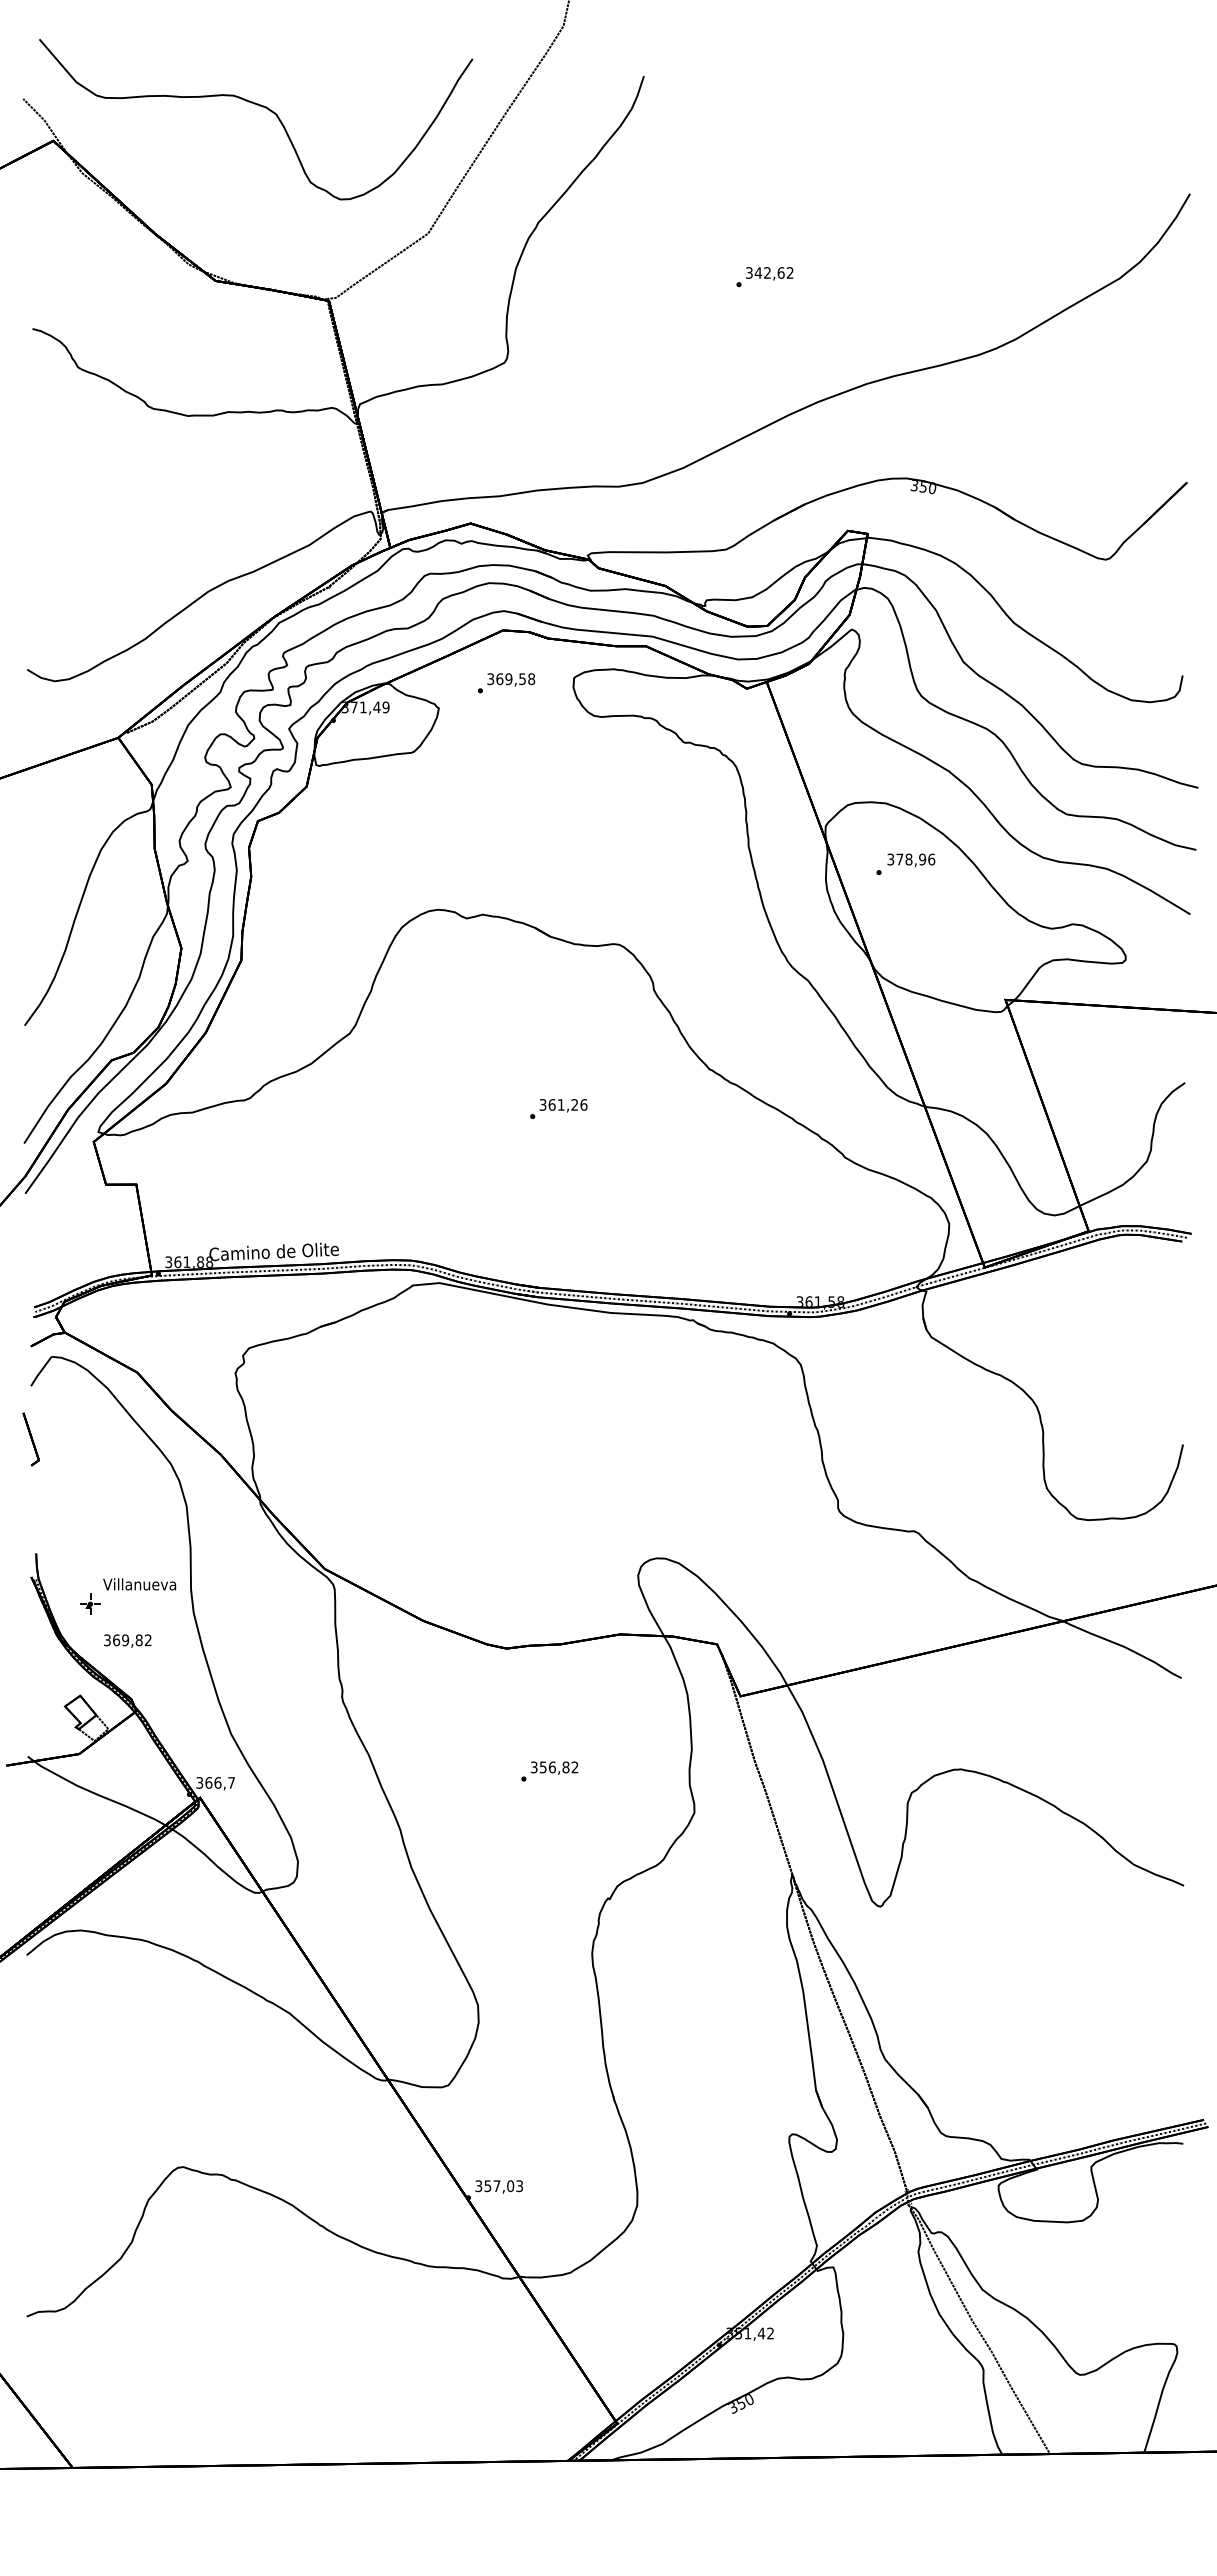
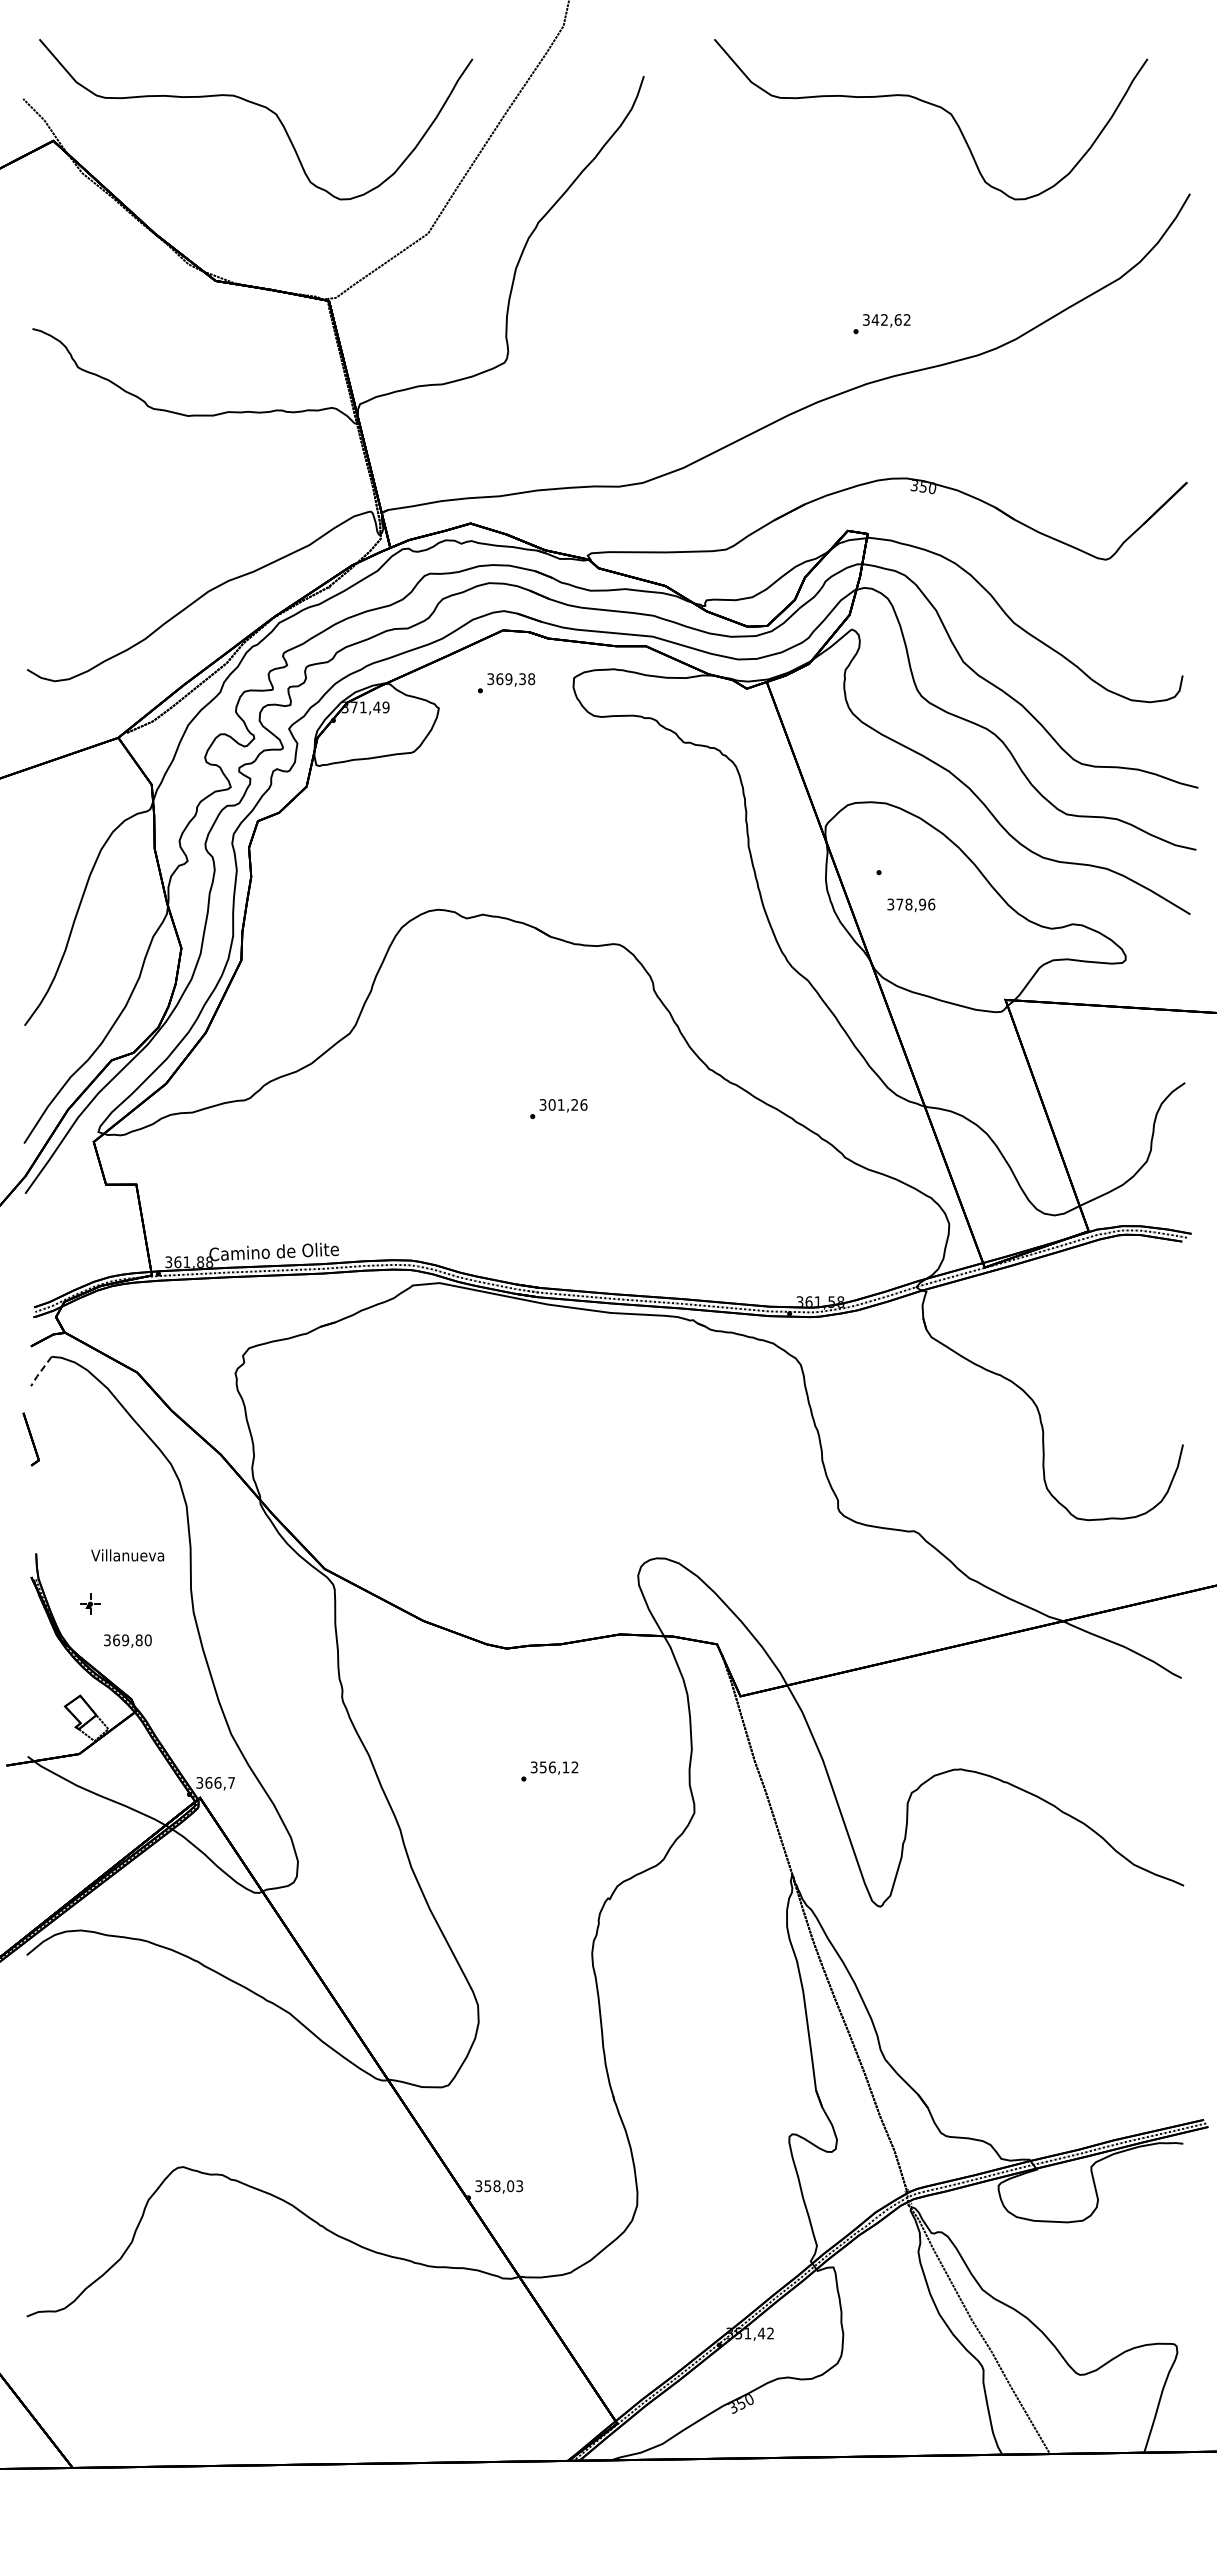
curve at (934, 106): none -> present
text at (764, 277) position: (764, 277) -> (881, 324)
text at (522, 678): 369,58 -> 369,38
text at (911, 859) position: (911, 859) -> (911, 904)
text at (551, 1104): 361,26 -> 301,26
line at (40, 1371): solid -> dashed
text at (139, 1584) position: (139, 1584) -> (127, 1555)
text at (147, 1640): 369,82 -> 369,80
text at (565, 1767): 356,82 -> 356,12
text at (496, 2186): 357,03 -> 358,03
